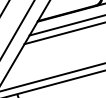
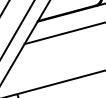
line at (65, 25): present -> none
line at (52, 77): present -> none
